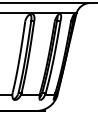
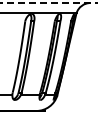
line at (48, 3): solid -> dashed
